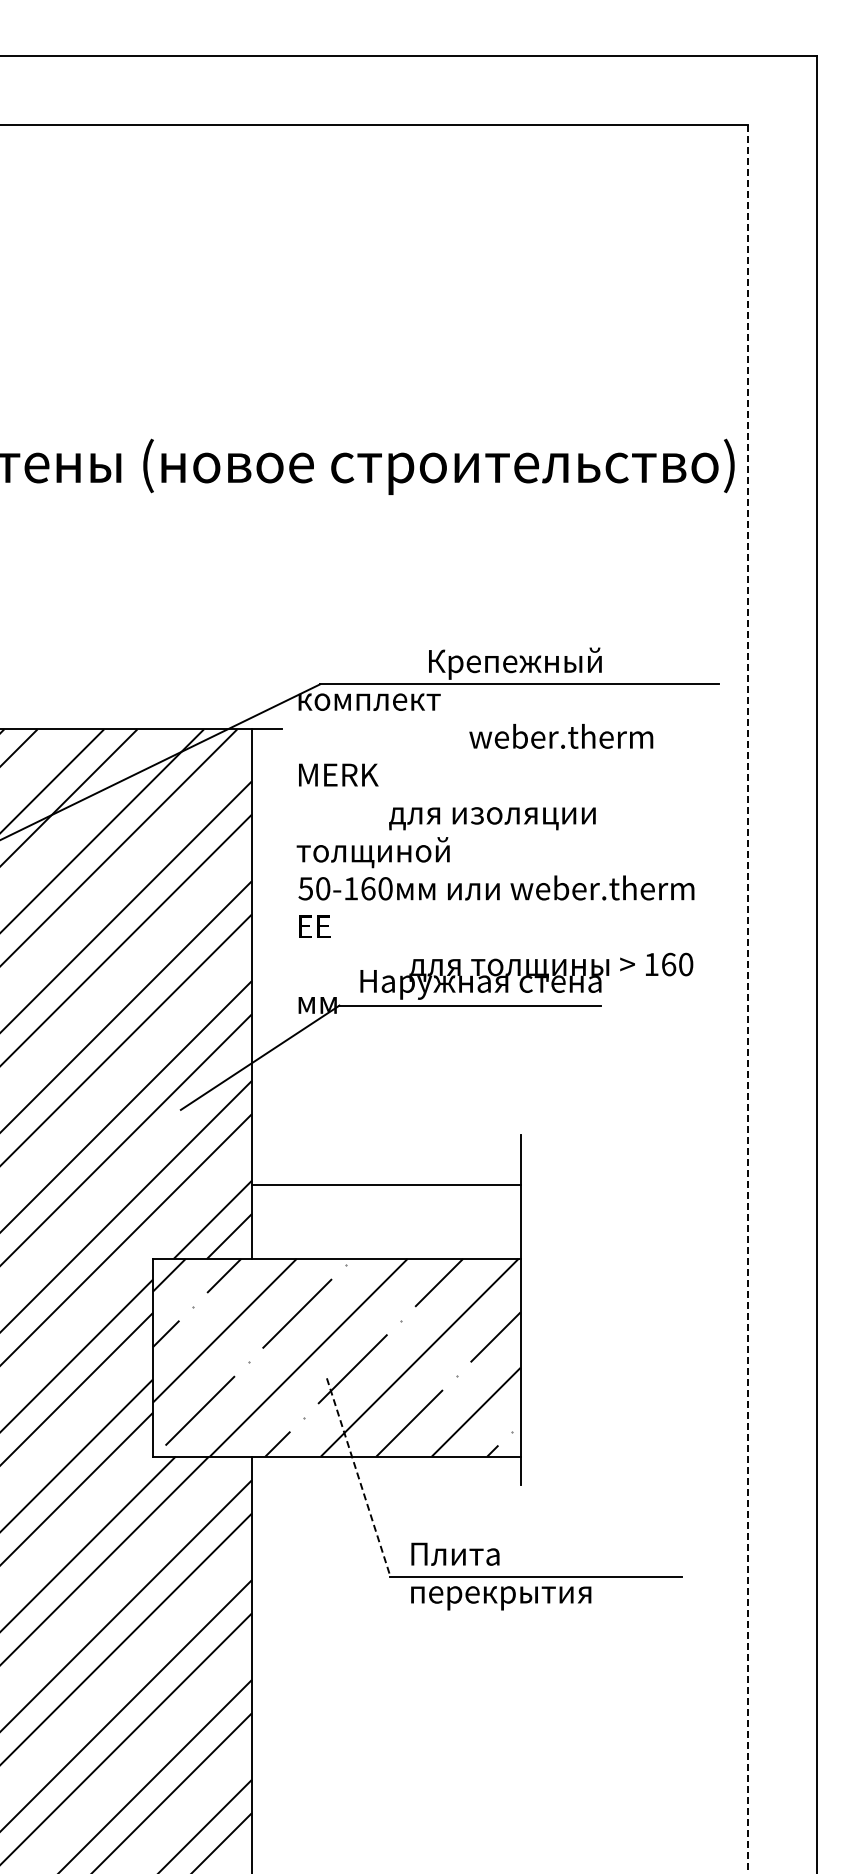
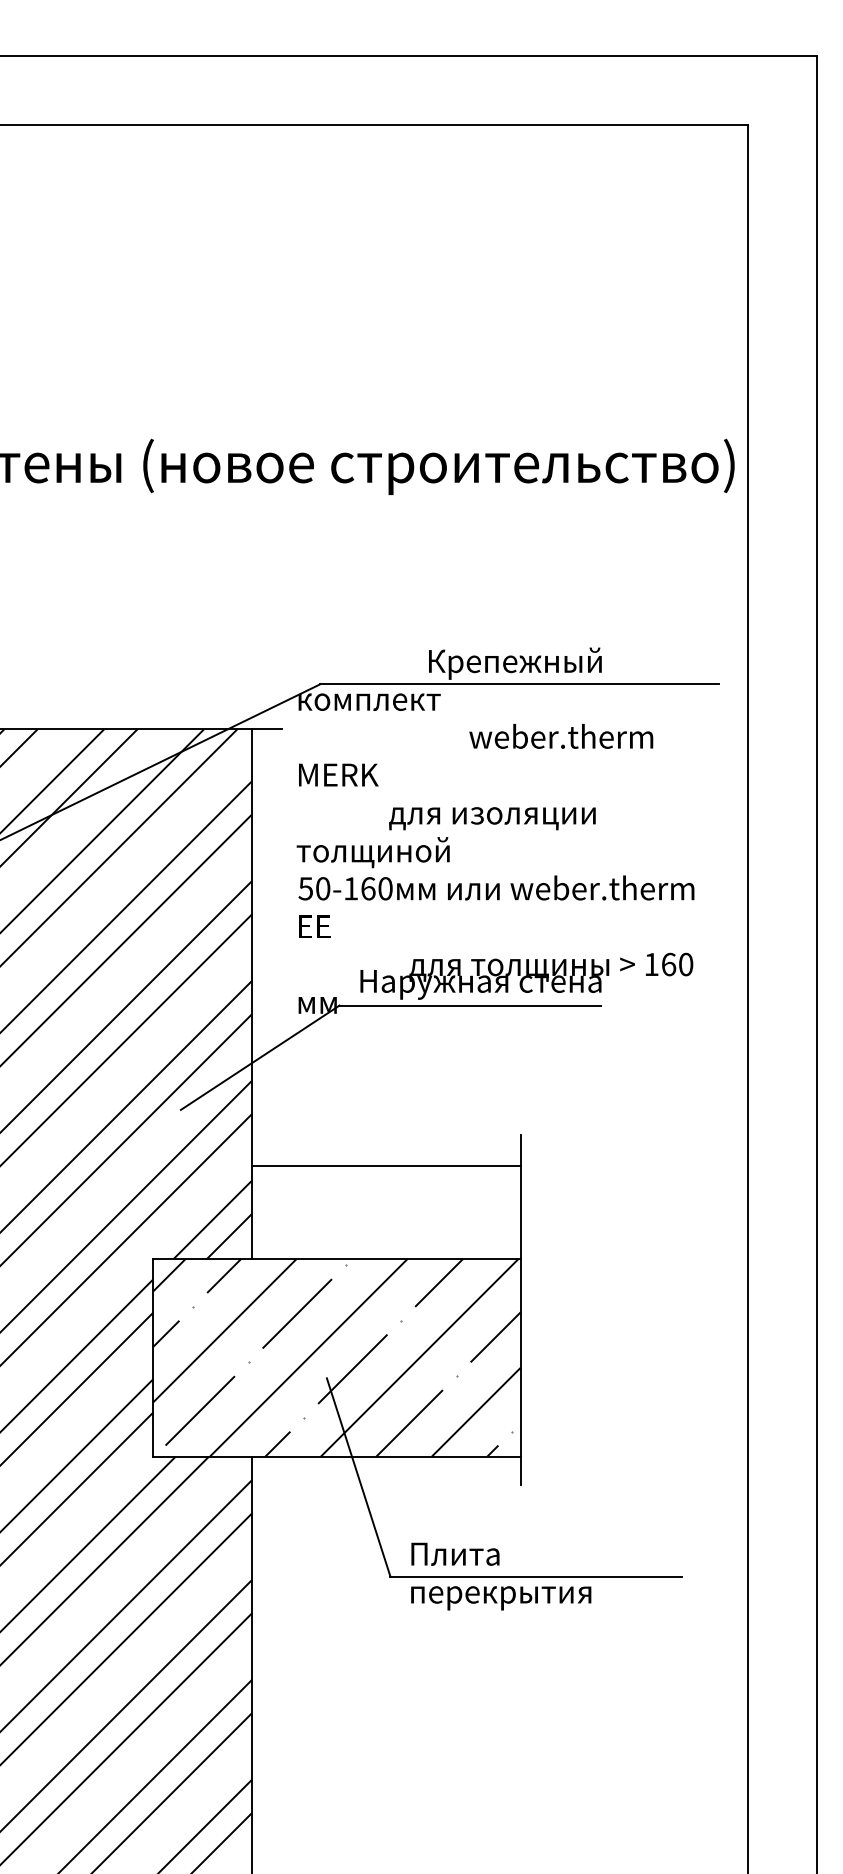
line at (748, 1000): dashed -> solid
line at (385, 1185) position: (385, 1185) -> (385, 1166)
line at (358, 1477): dashed -> solid
